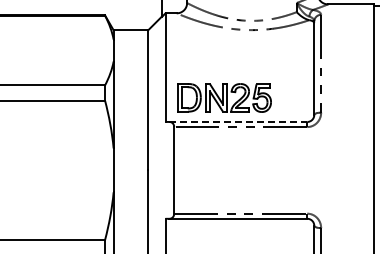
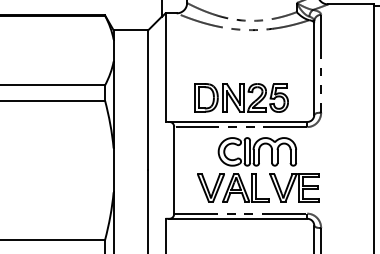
part at (224, 97) position: (224, 97) -> (241, 97)
line at (238, 121): dashed -> solid
part at (258, 169): none -> present
